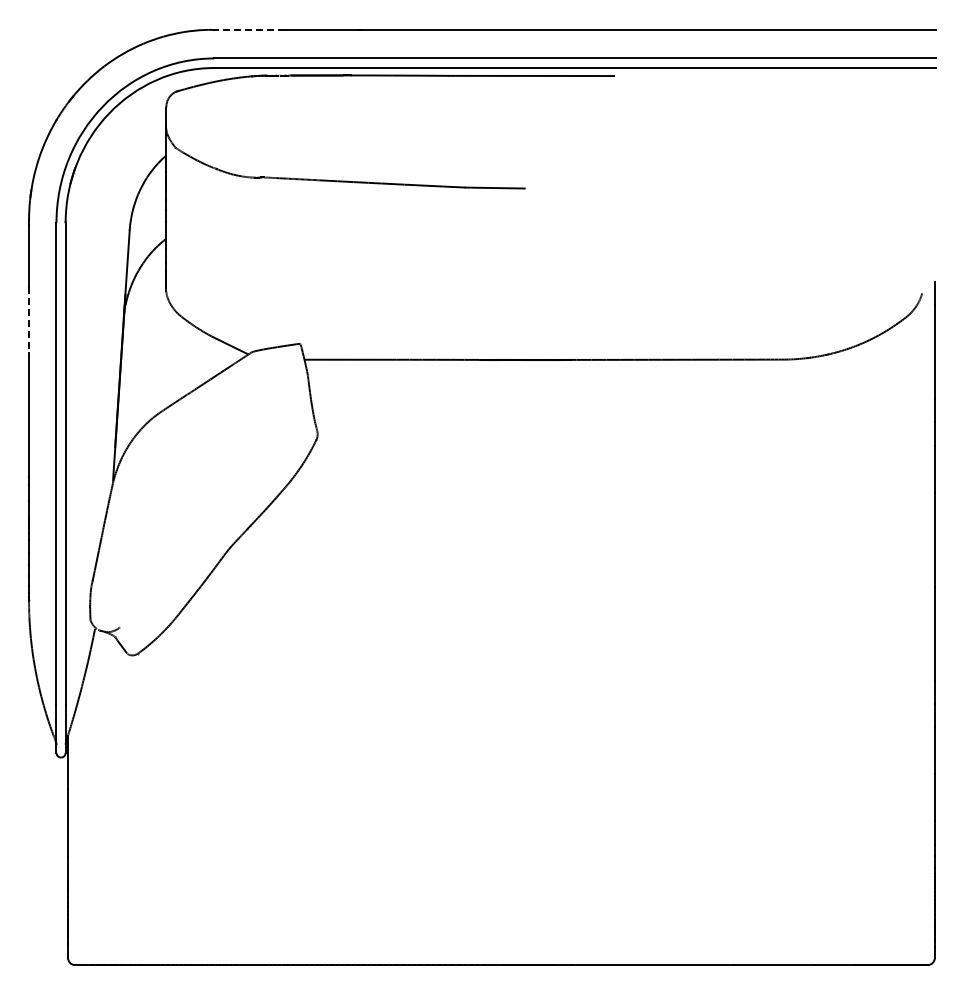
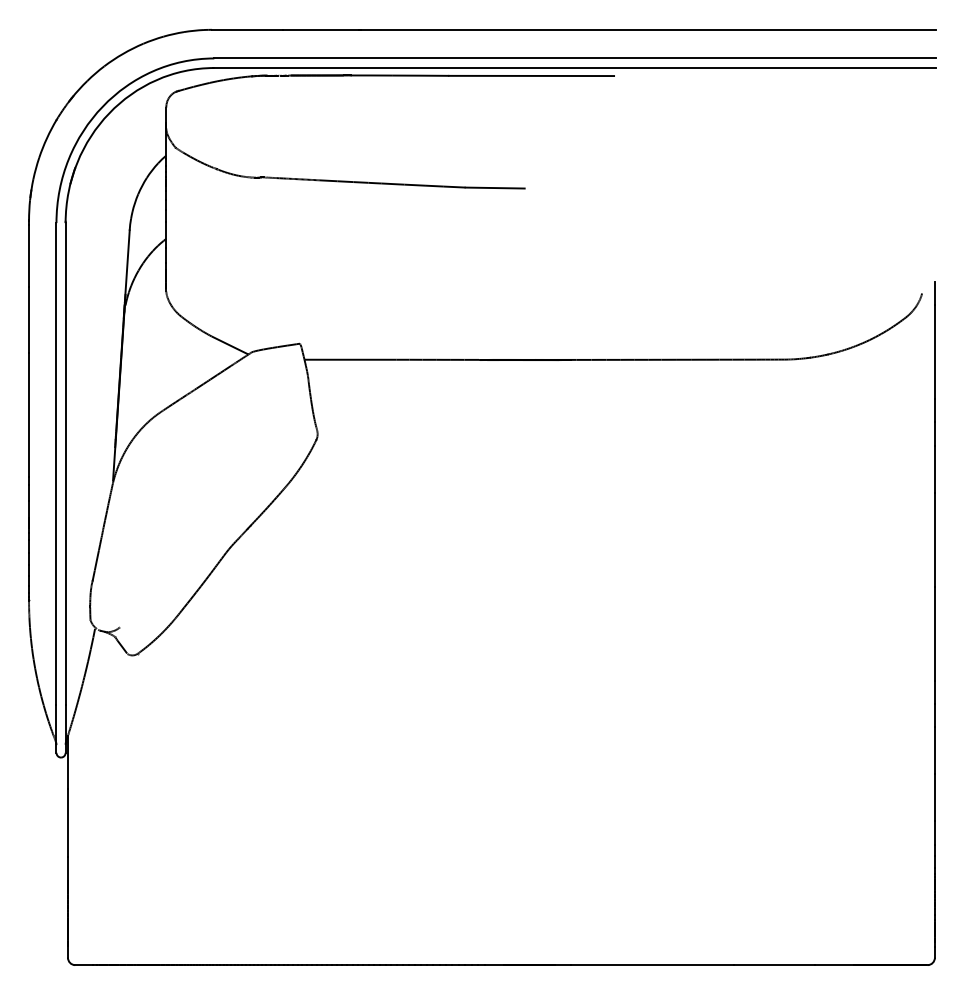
line at (247, 29): dashed -> solid
line at (29, 319): dashed -> solid
